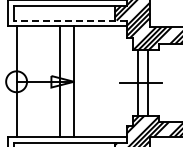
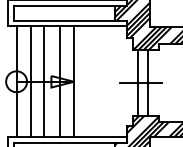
line at (70, 20): dashed -> solid
line at (31, 81): none -> present
line at (44, 81): none -> present
